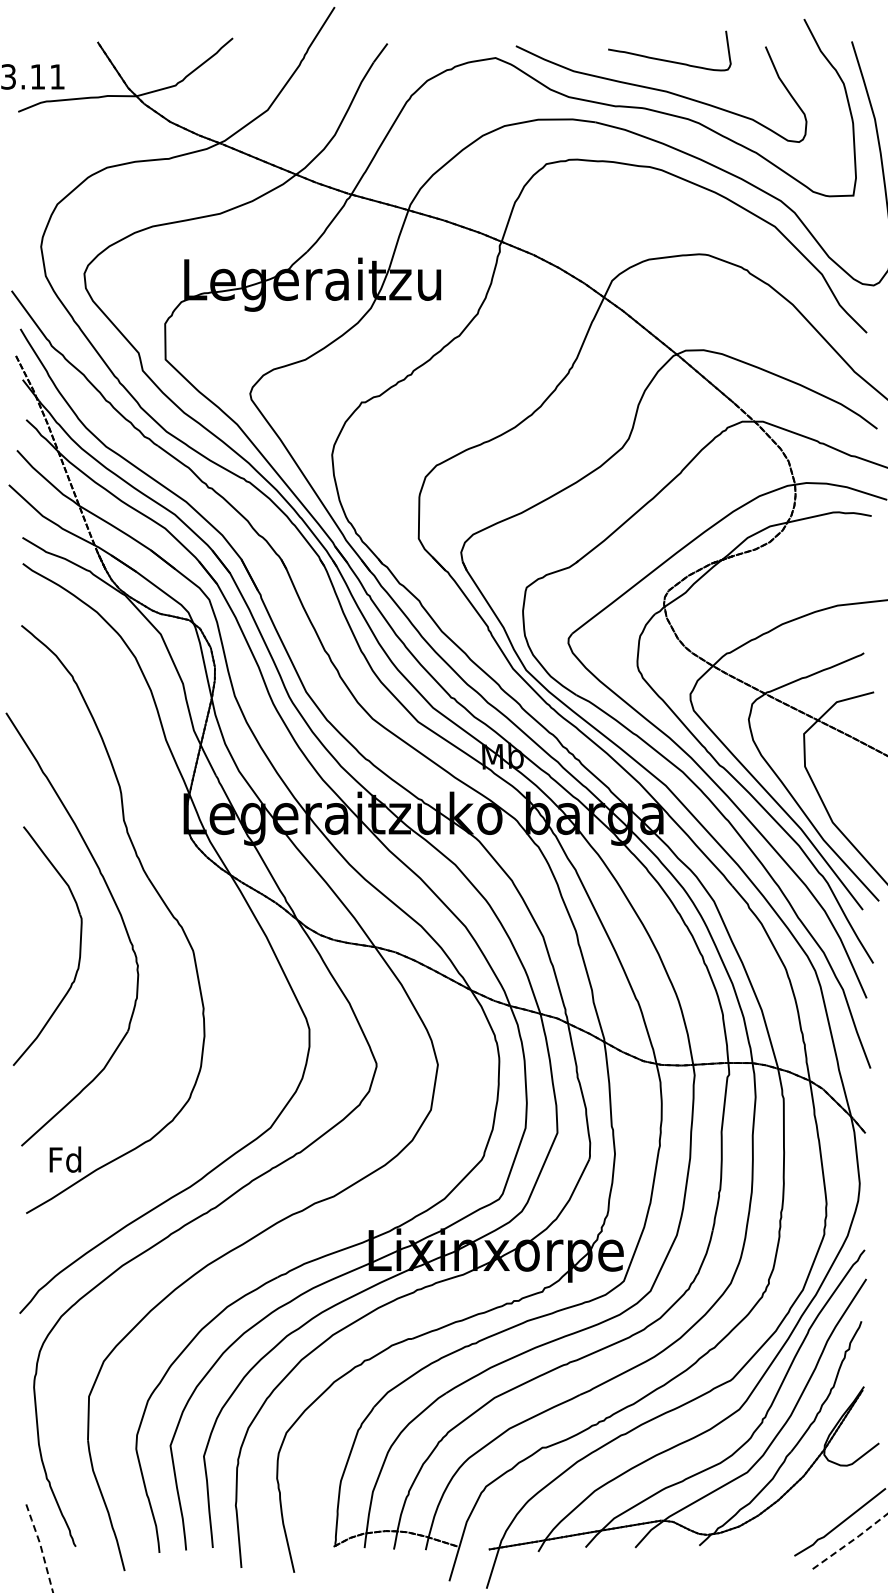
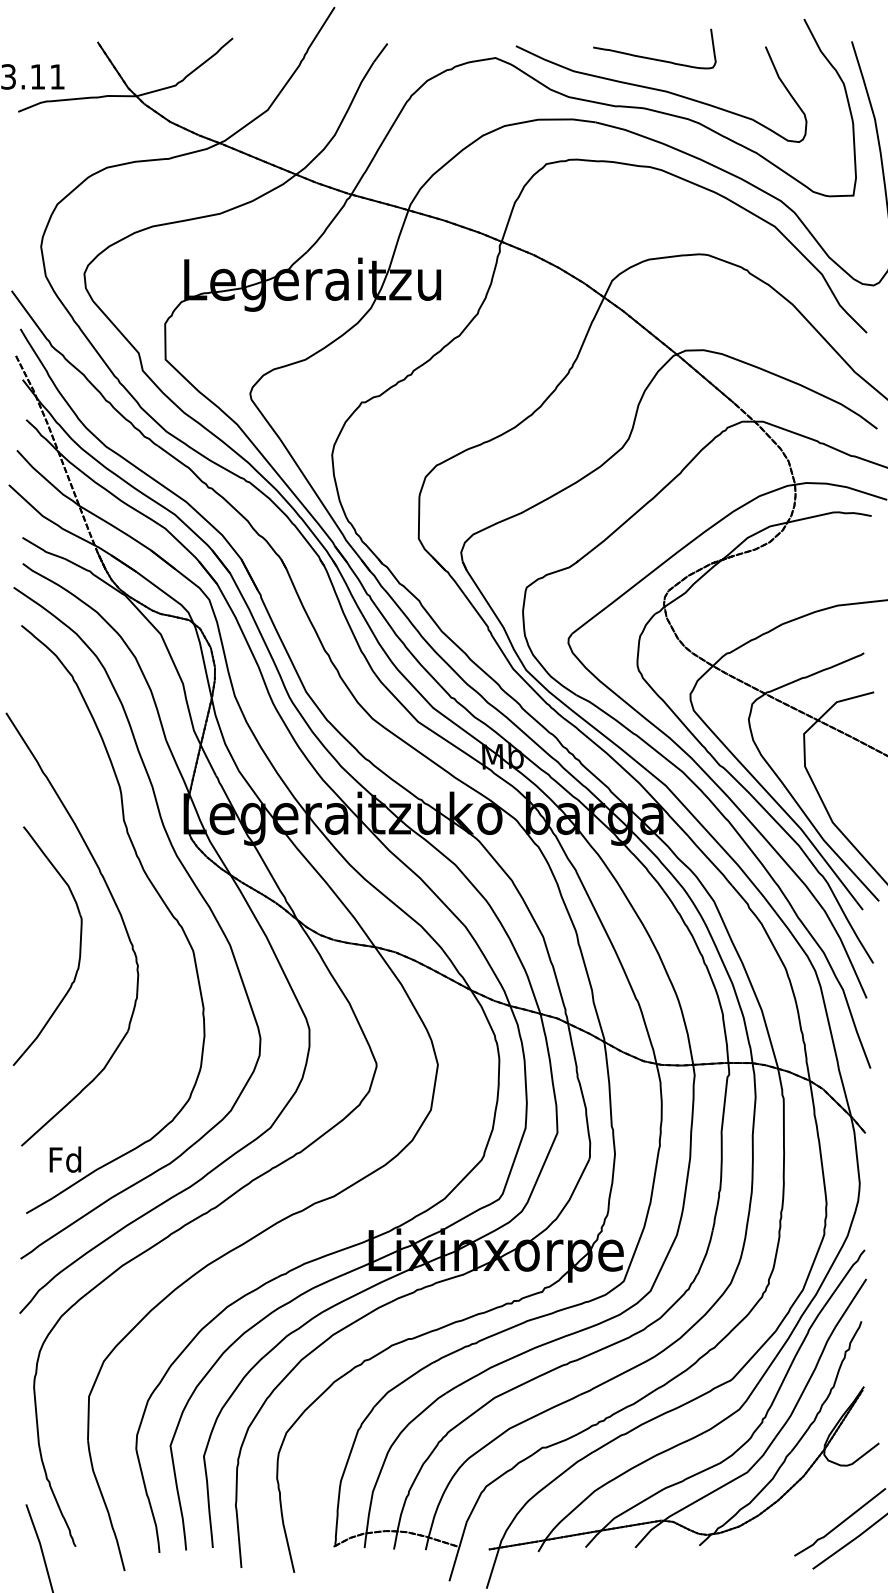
curve at (665, 59) position: (665, 59) -> (650, 57)
curve at (194, 886): none -> present
line at (851, 1541): dashed -> solid
line at (40, 1546): dashed -> solid
